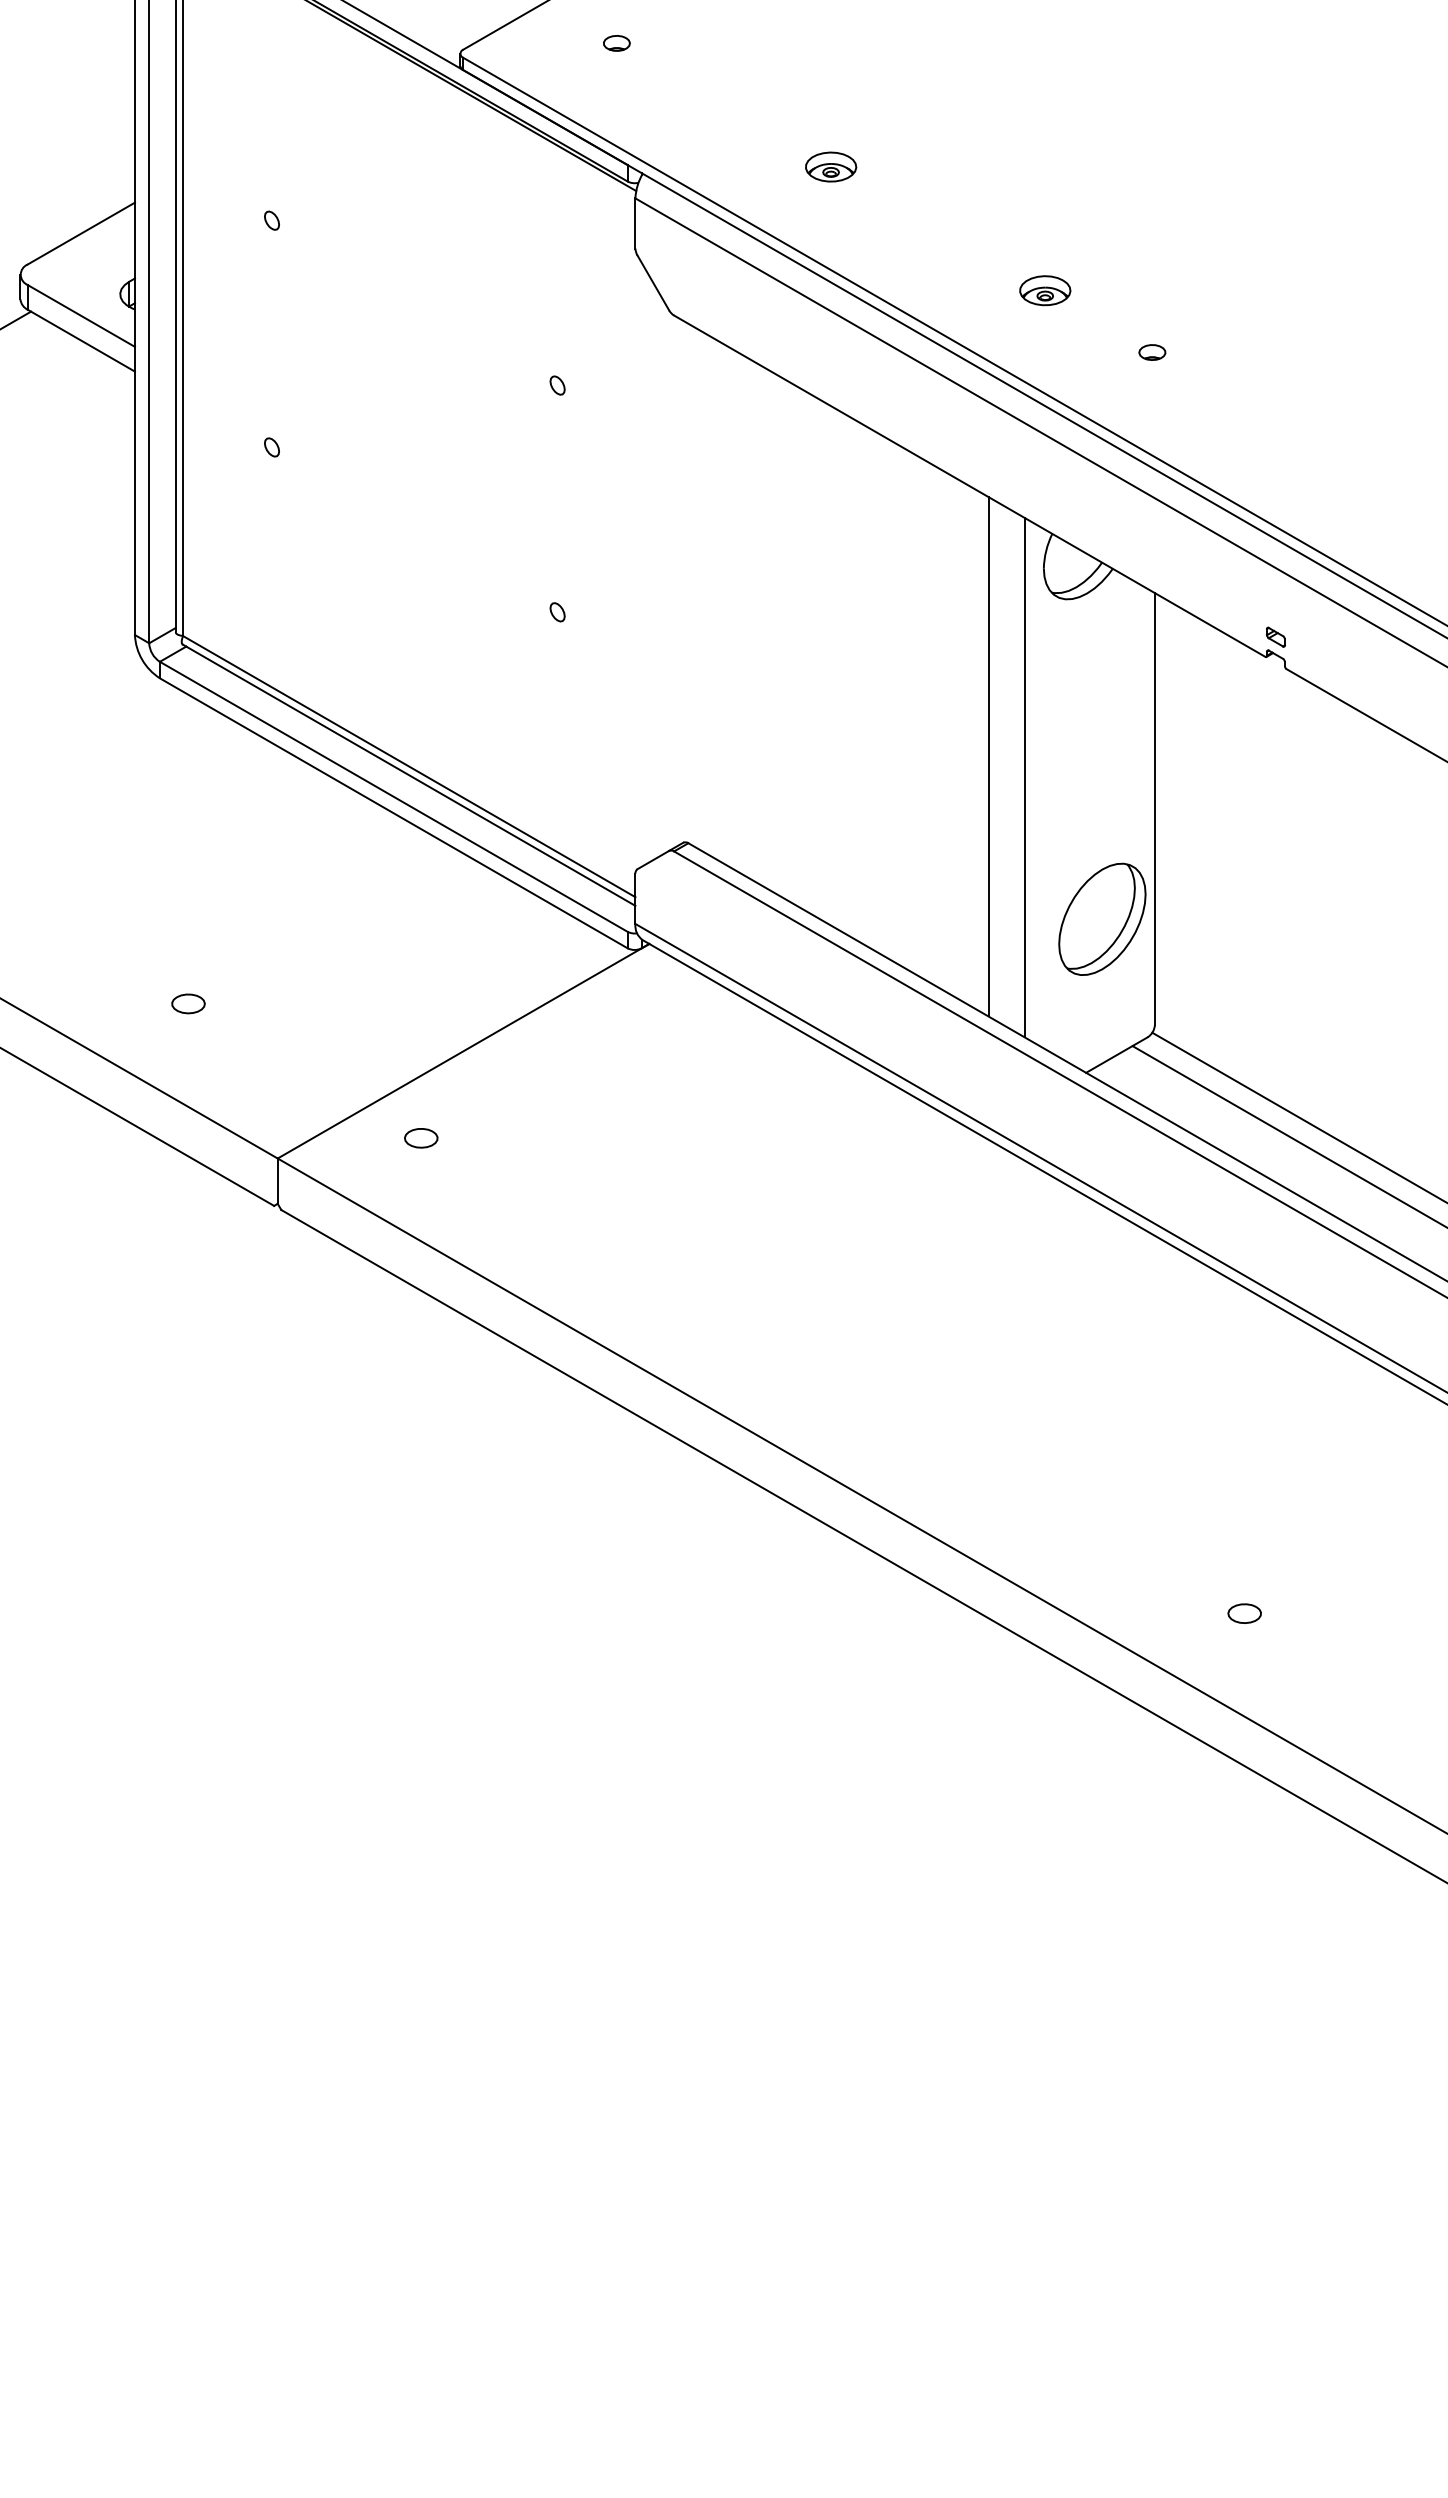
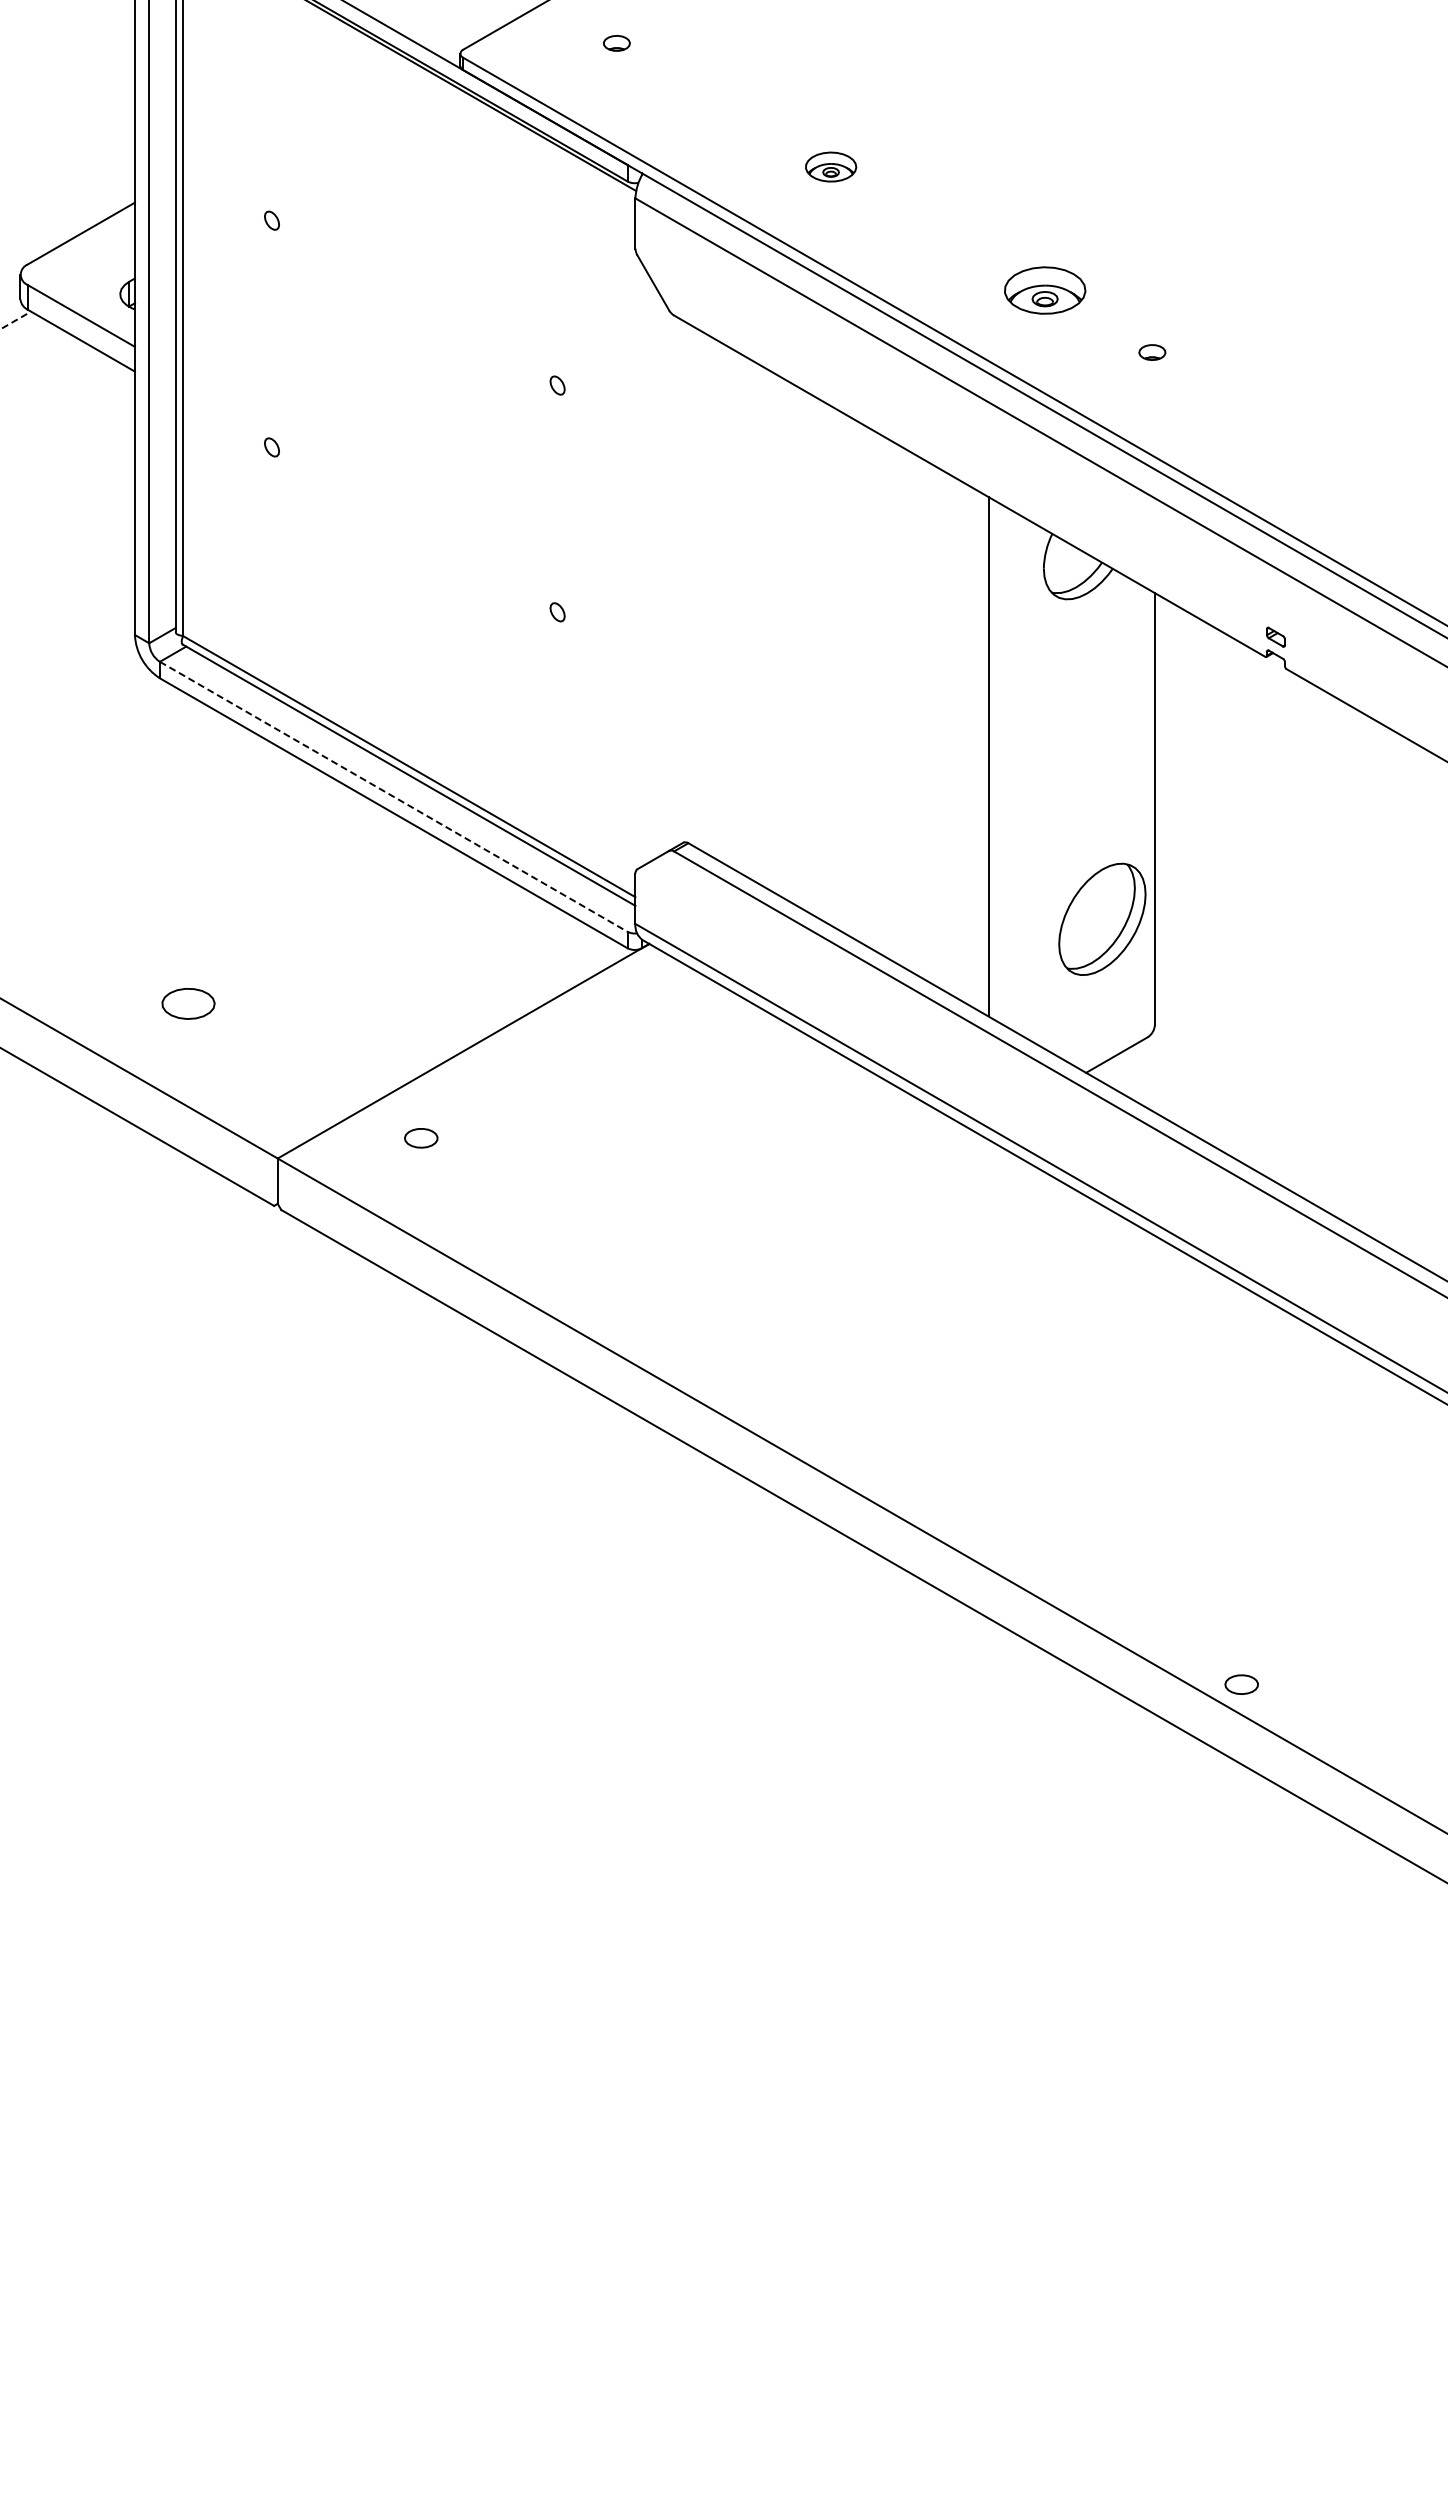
part at (1045, 290) size: 53x32 px -> 83x49 px
line at (16, 320): solid -> dashed
line at (1024, 777): present -> none
line at (394, 797): solid -> dashed
part at (188, 1003) size: 35x22 px -> 55x32 px
line at (1298, 1116): present -> none
line at (1288, 1136): present -> none
part at (1244, 1613) position: (1244, 1613) -> (1241, 1684)
